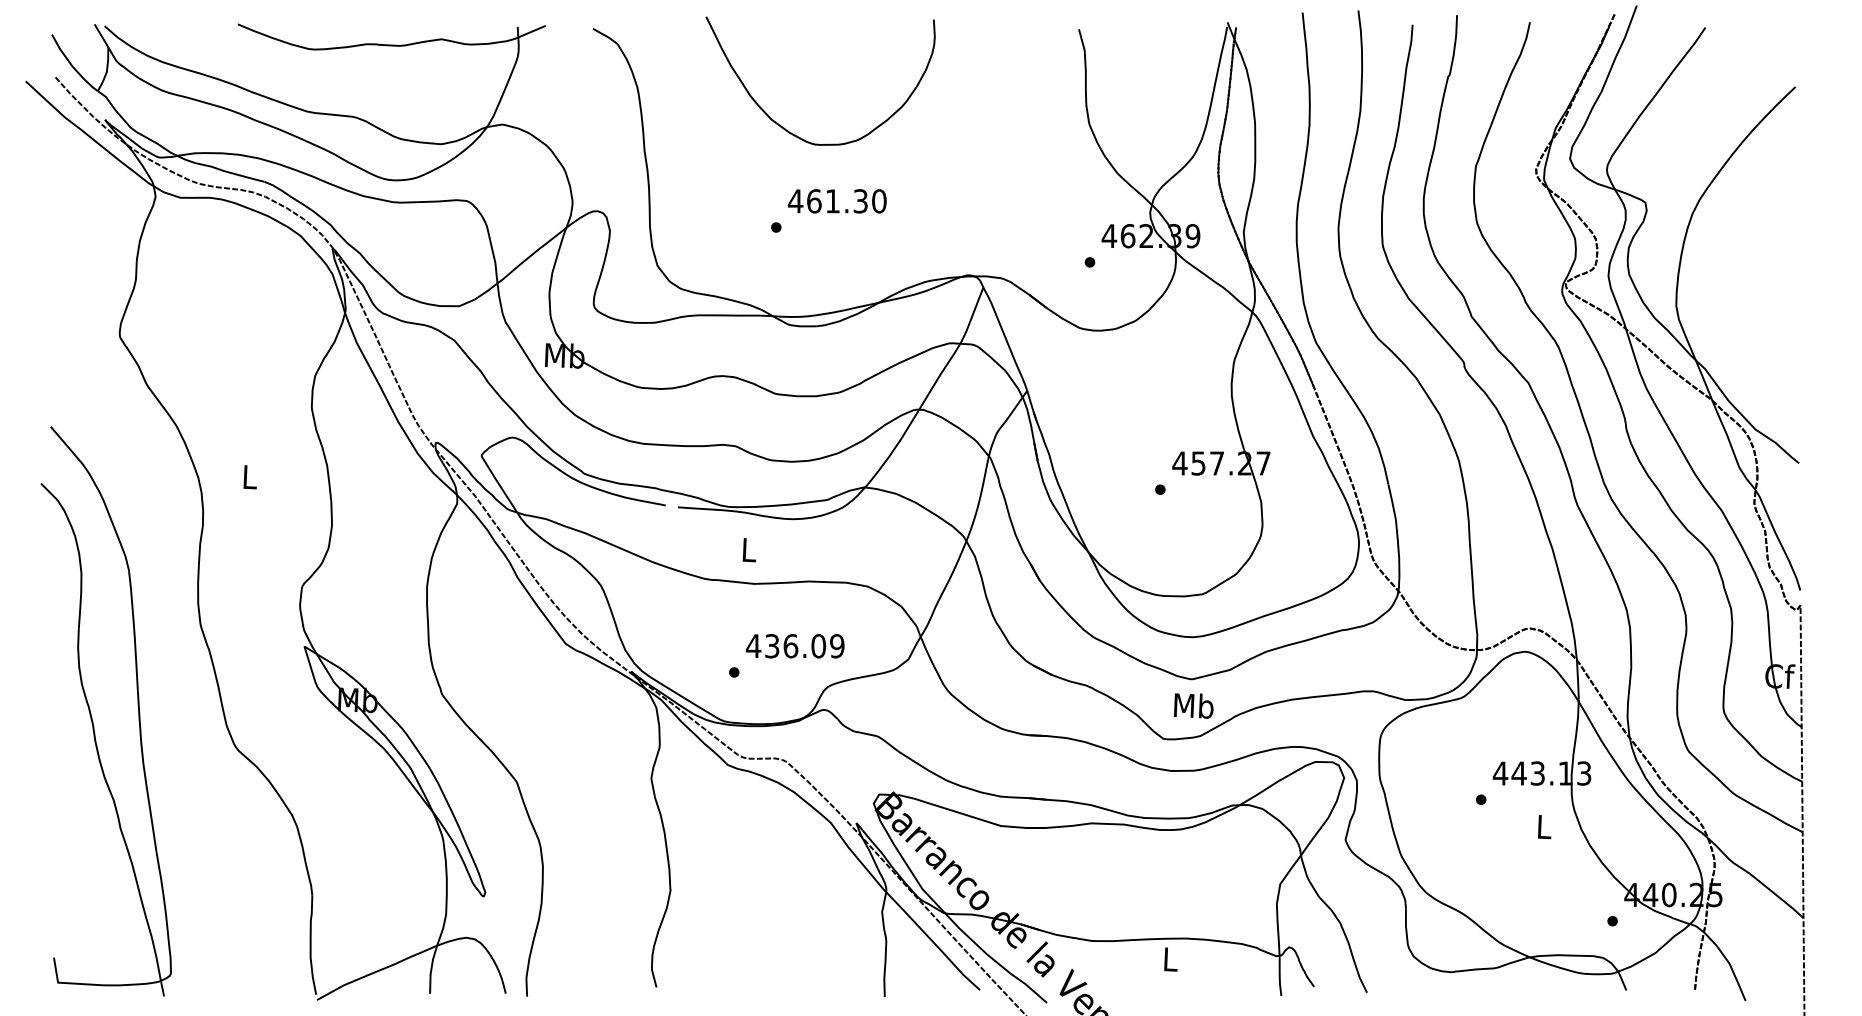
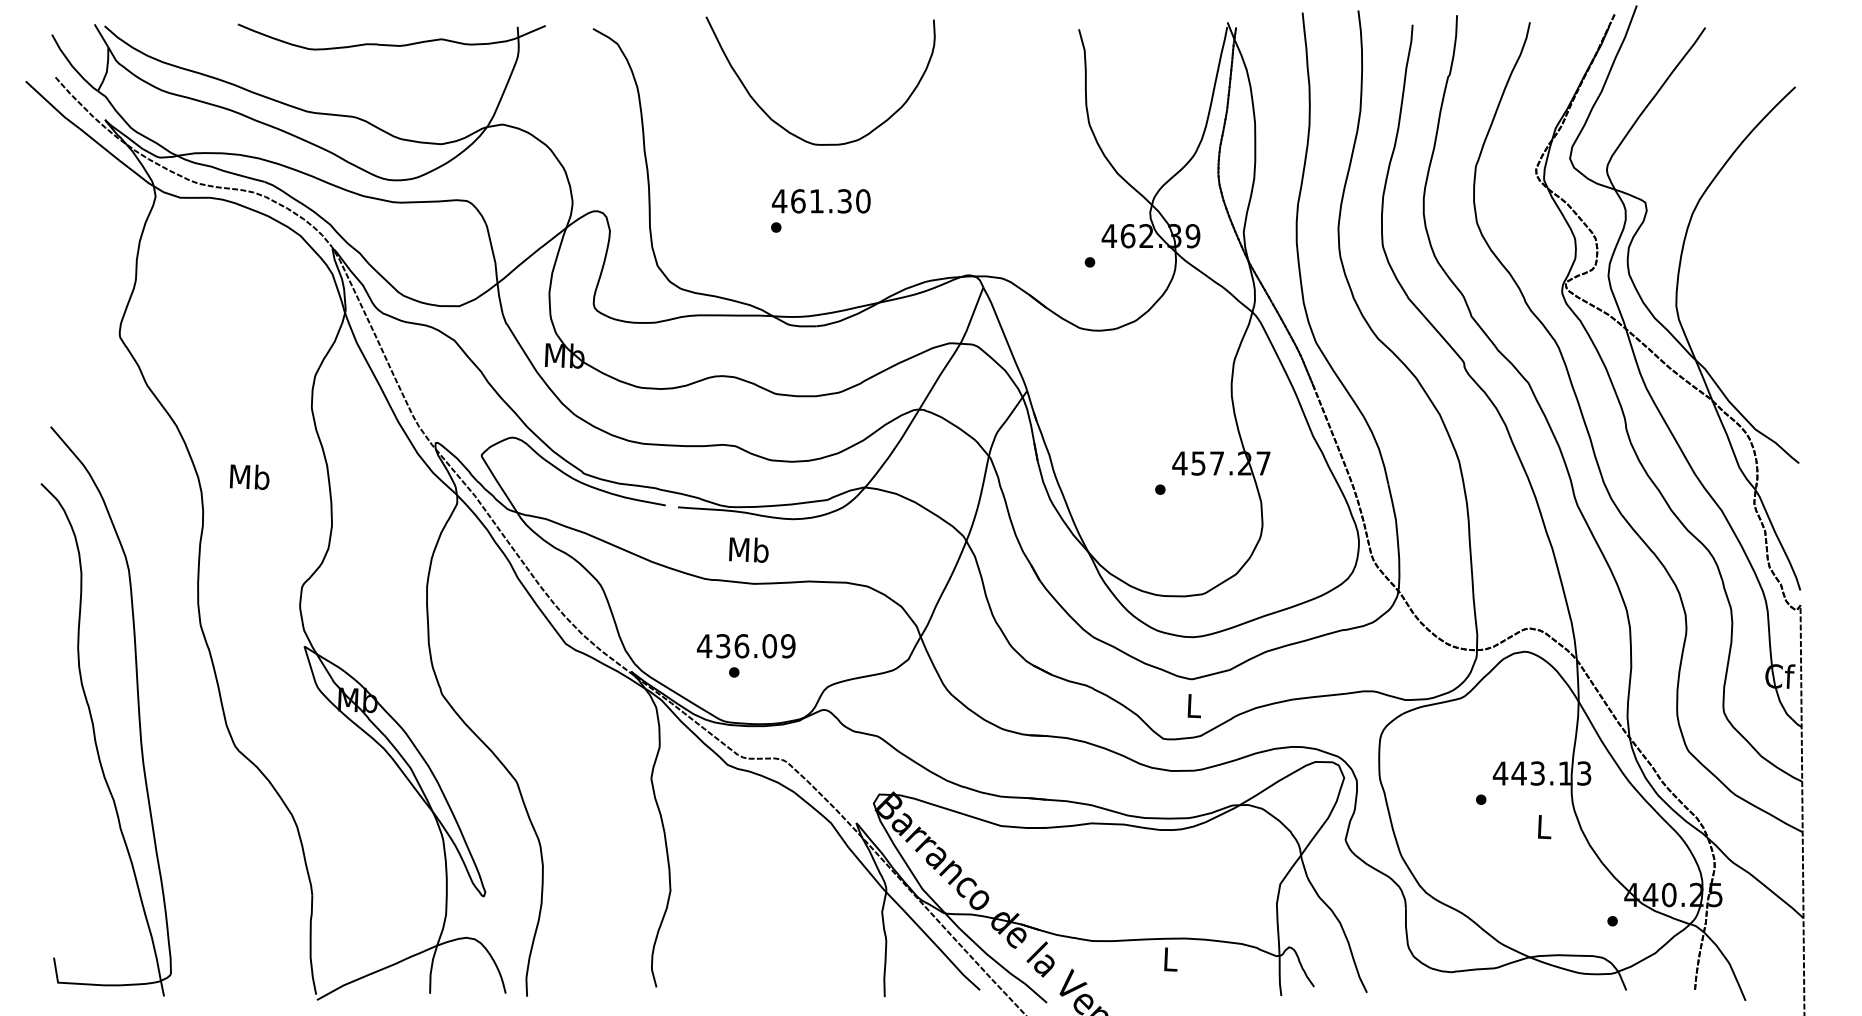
text at (837, 201) position: (837, 201) -> (821, 201)
text at (249, 476): L -> Mb
text at (748, 549): L -> Mb
text at (795, 646) position: (795, 646) -> (746, 646)
text at (1193, 705): Mb -> L
